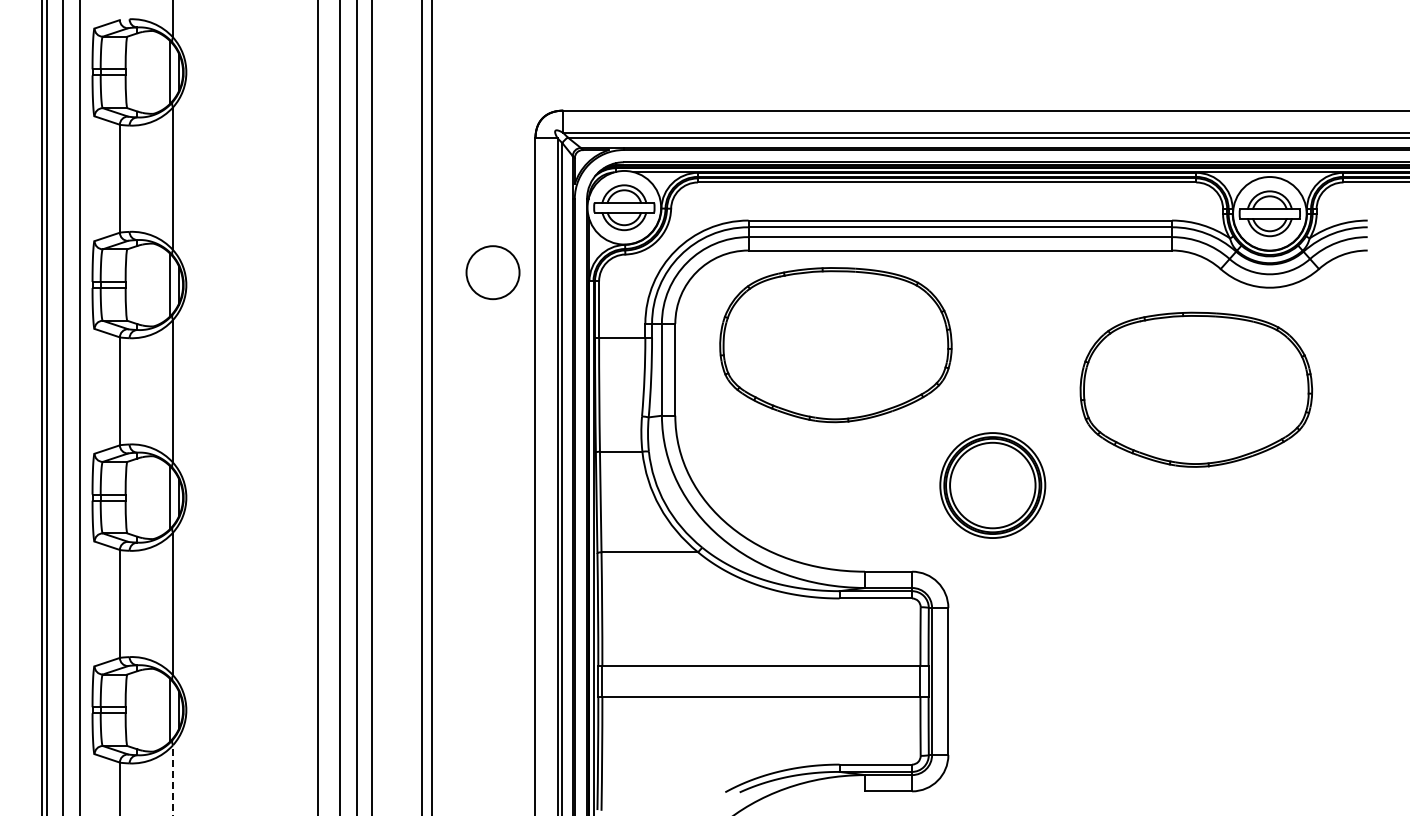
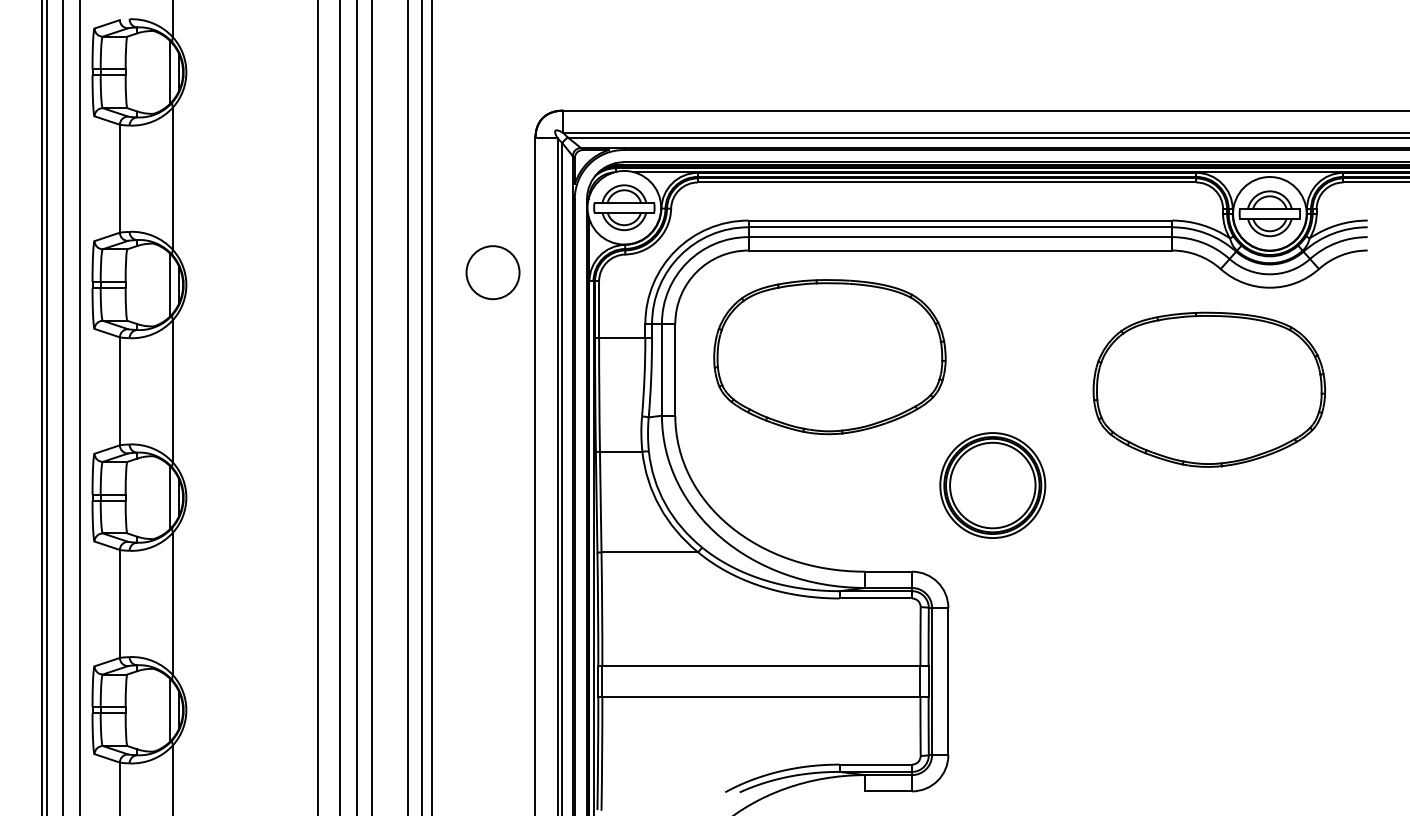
part at (835, 345) position: (835, 345) -> (829, 357)
part at (1196, 389) position: (1196, 389) -> (1209, 389)
line at (408, 407): none -> present
line at (173, 780): dashed -> solid
